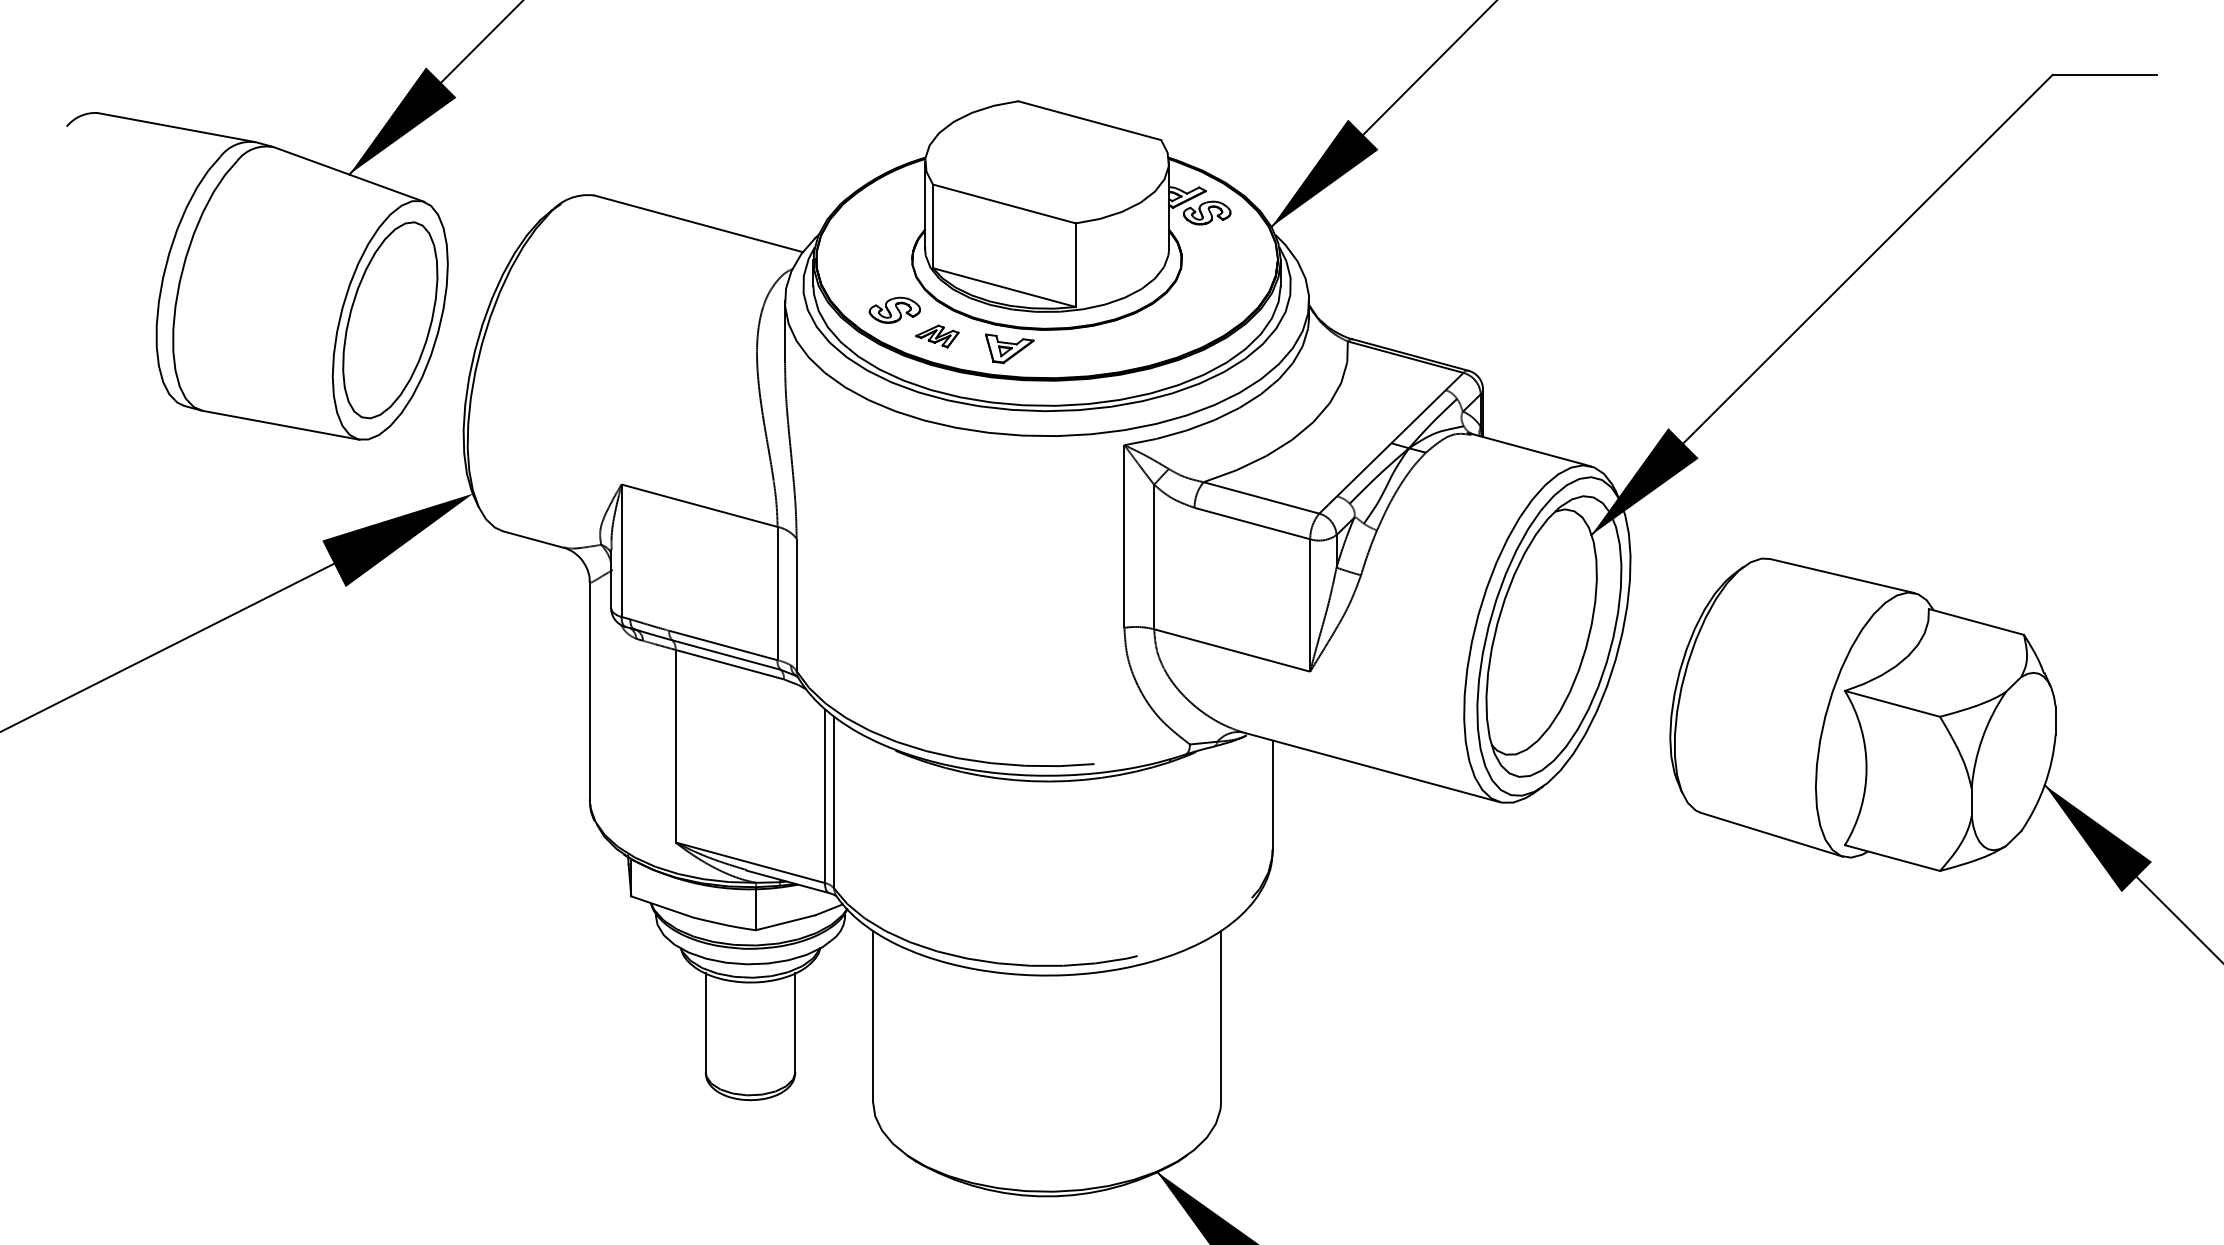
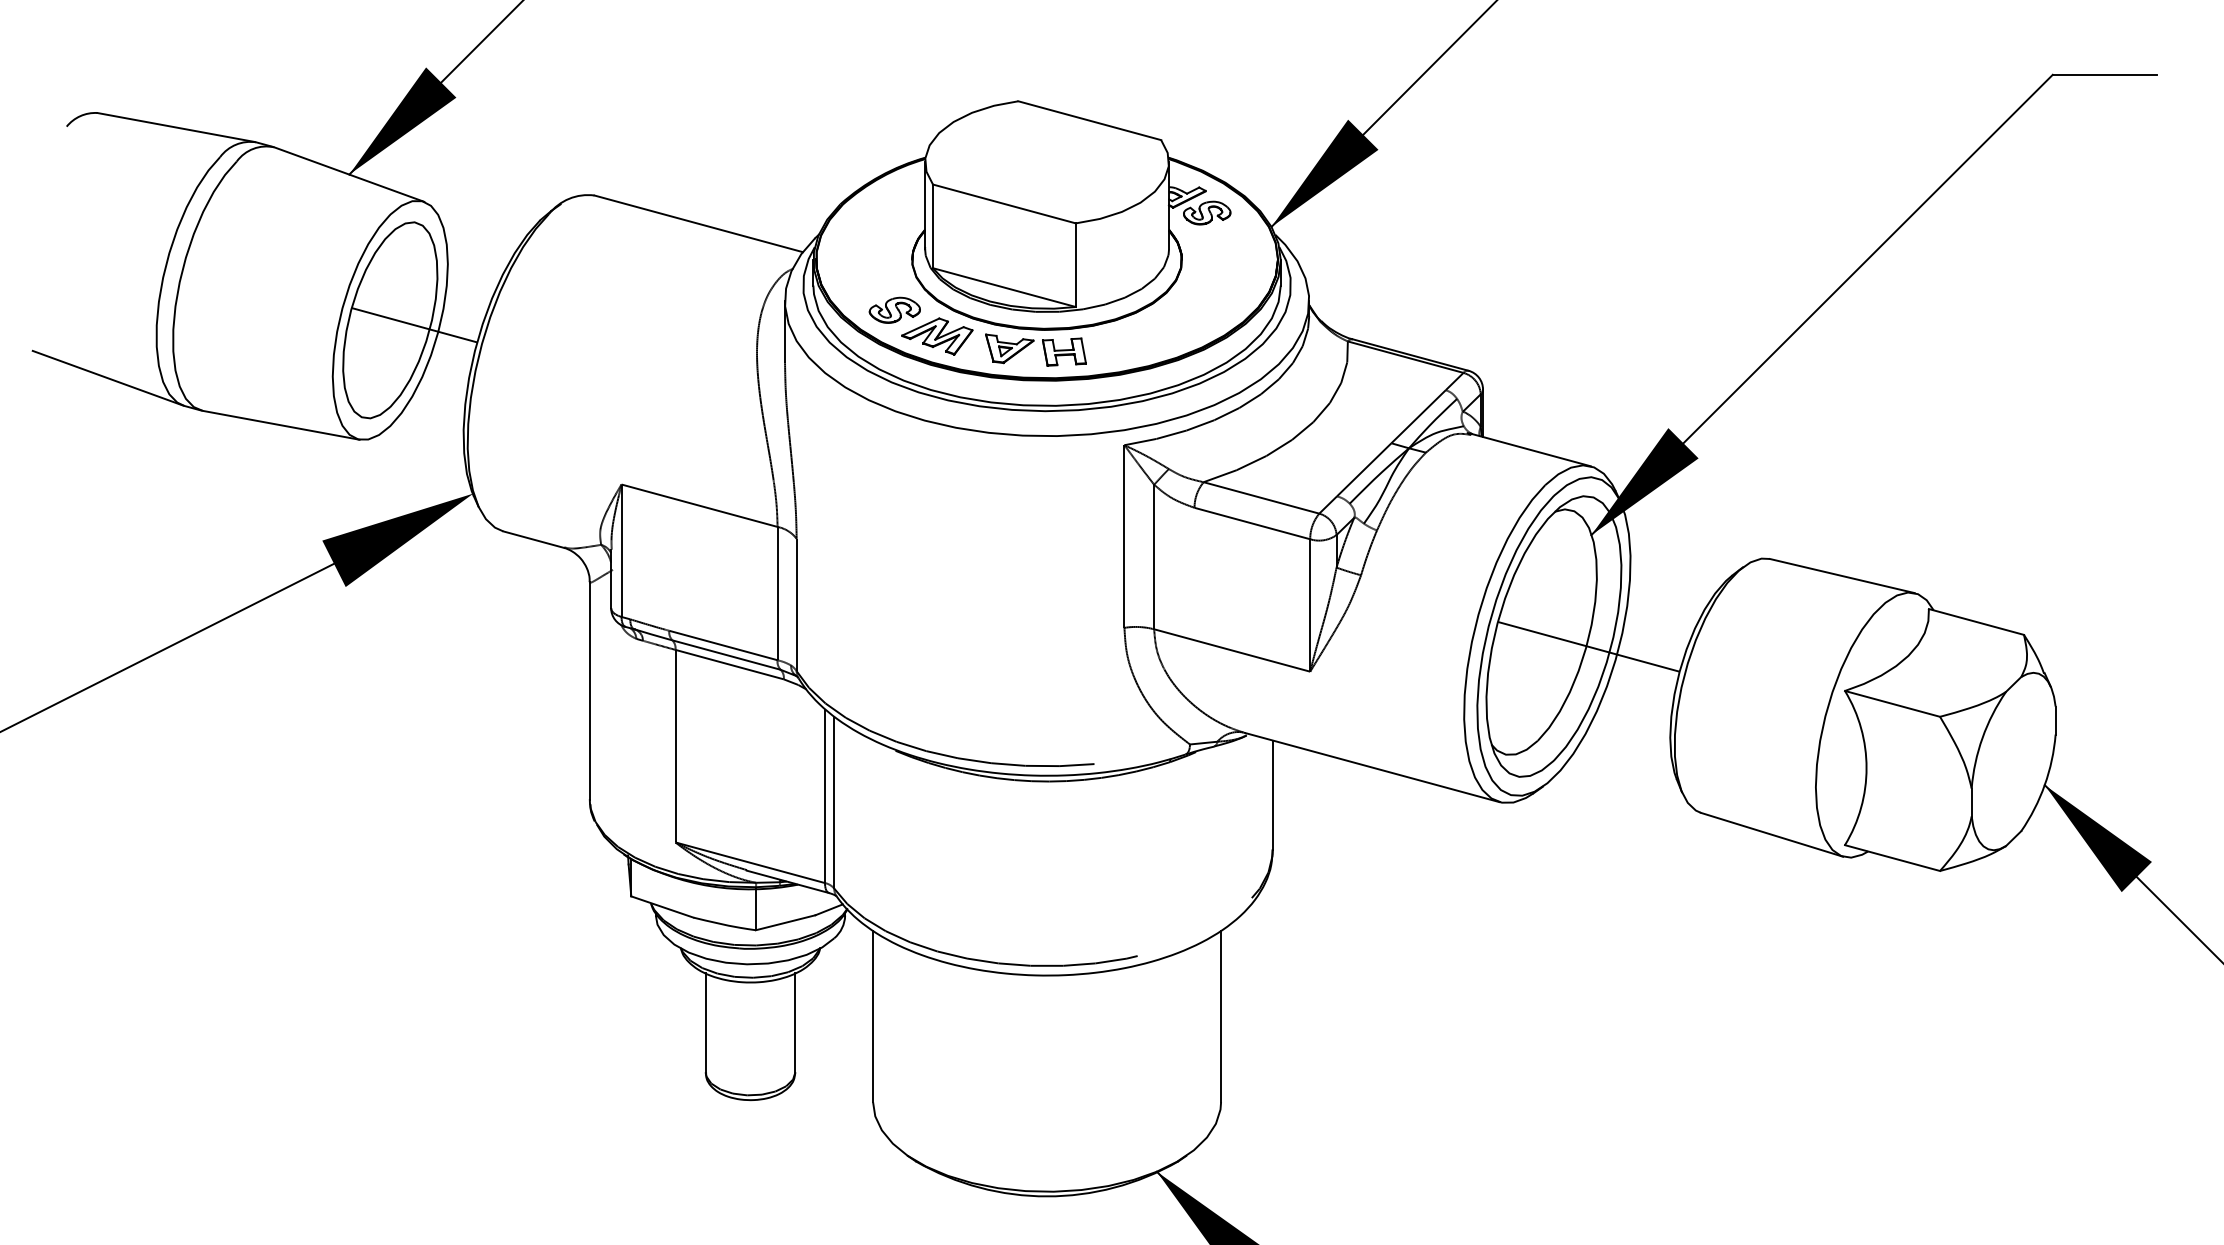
line at (414, 325): none -> present
part at (937, 336) size: 45x25 px -> 73x39 px
part at (1064, 351): none -> present
line at (107, 377): none -> present
line at (1588, 646): none -> present
